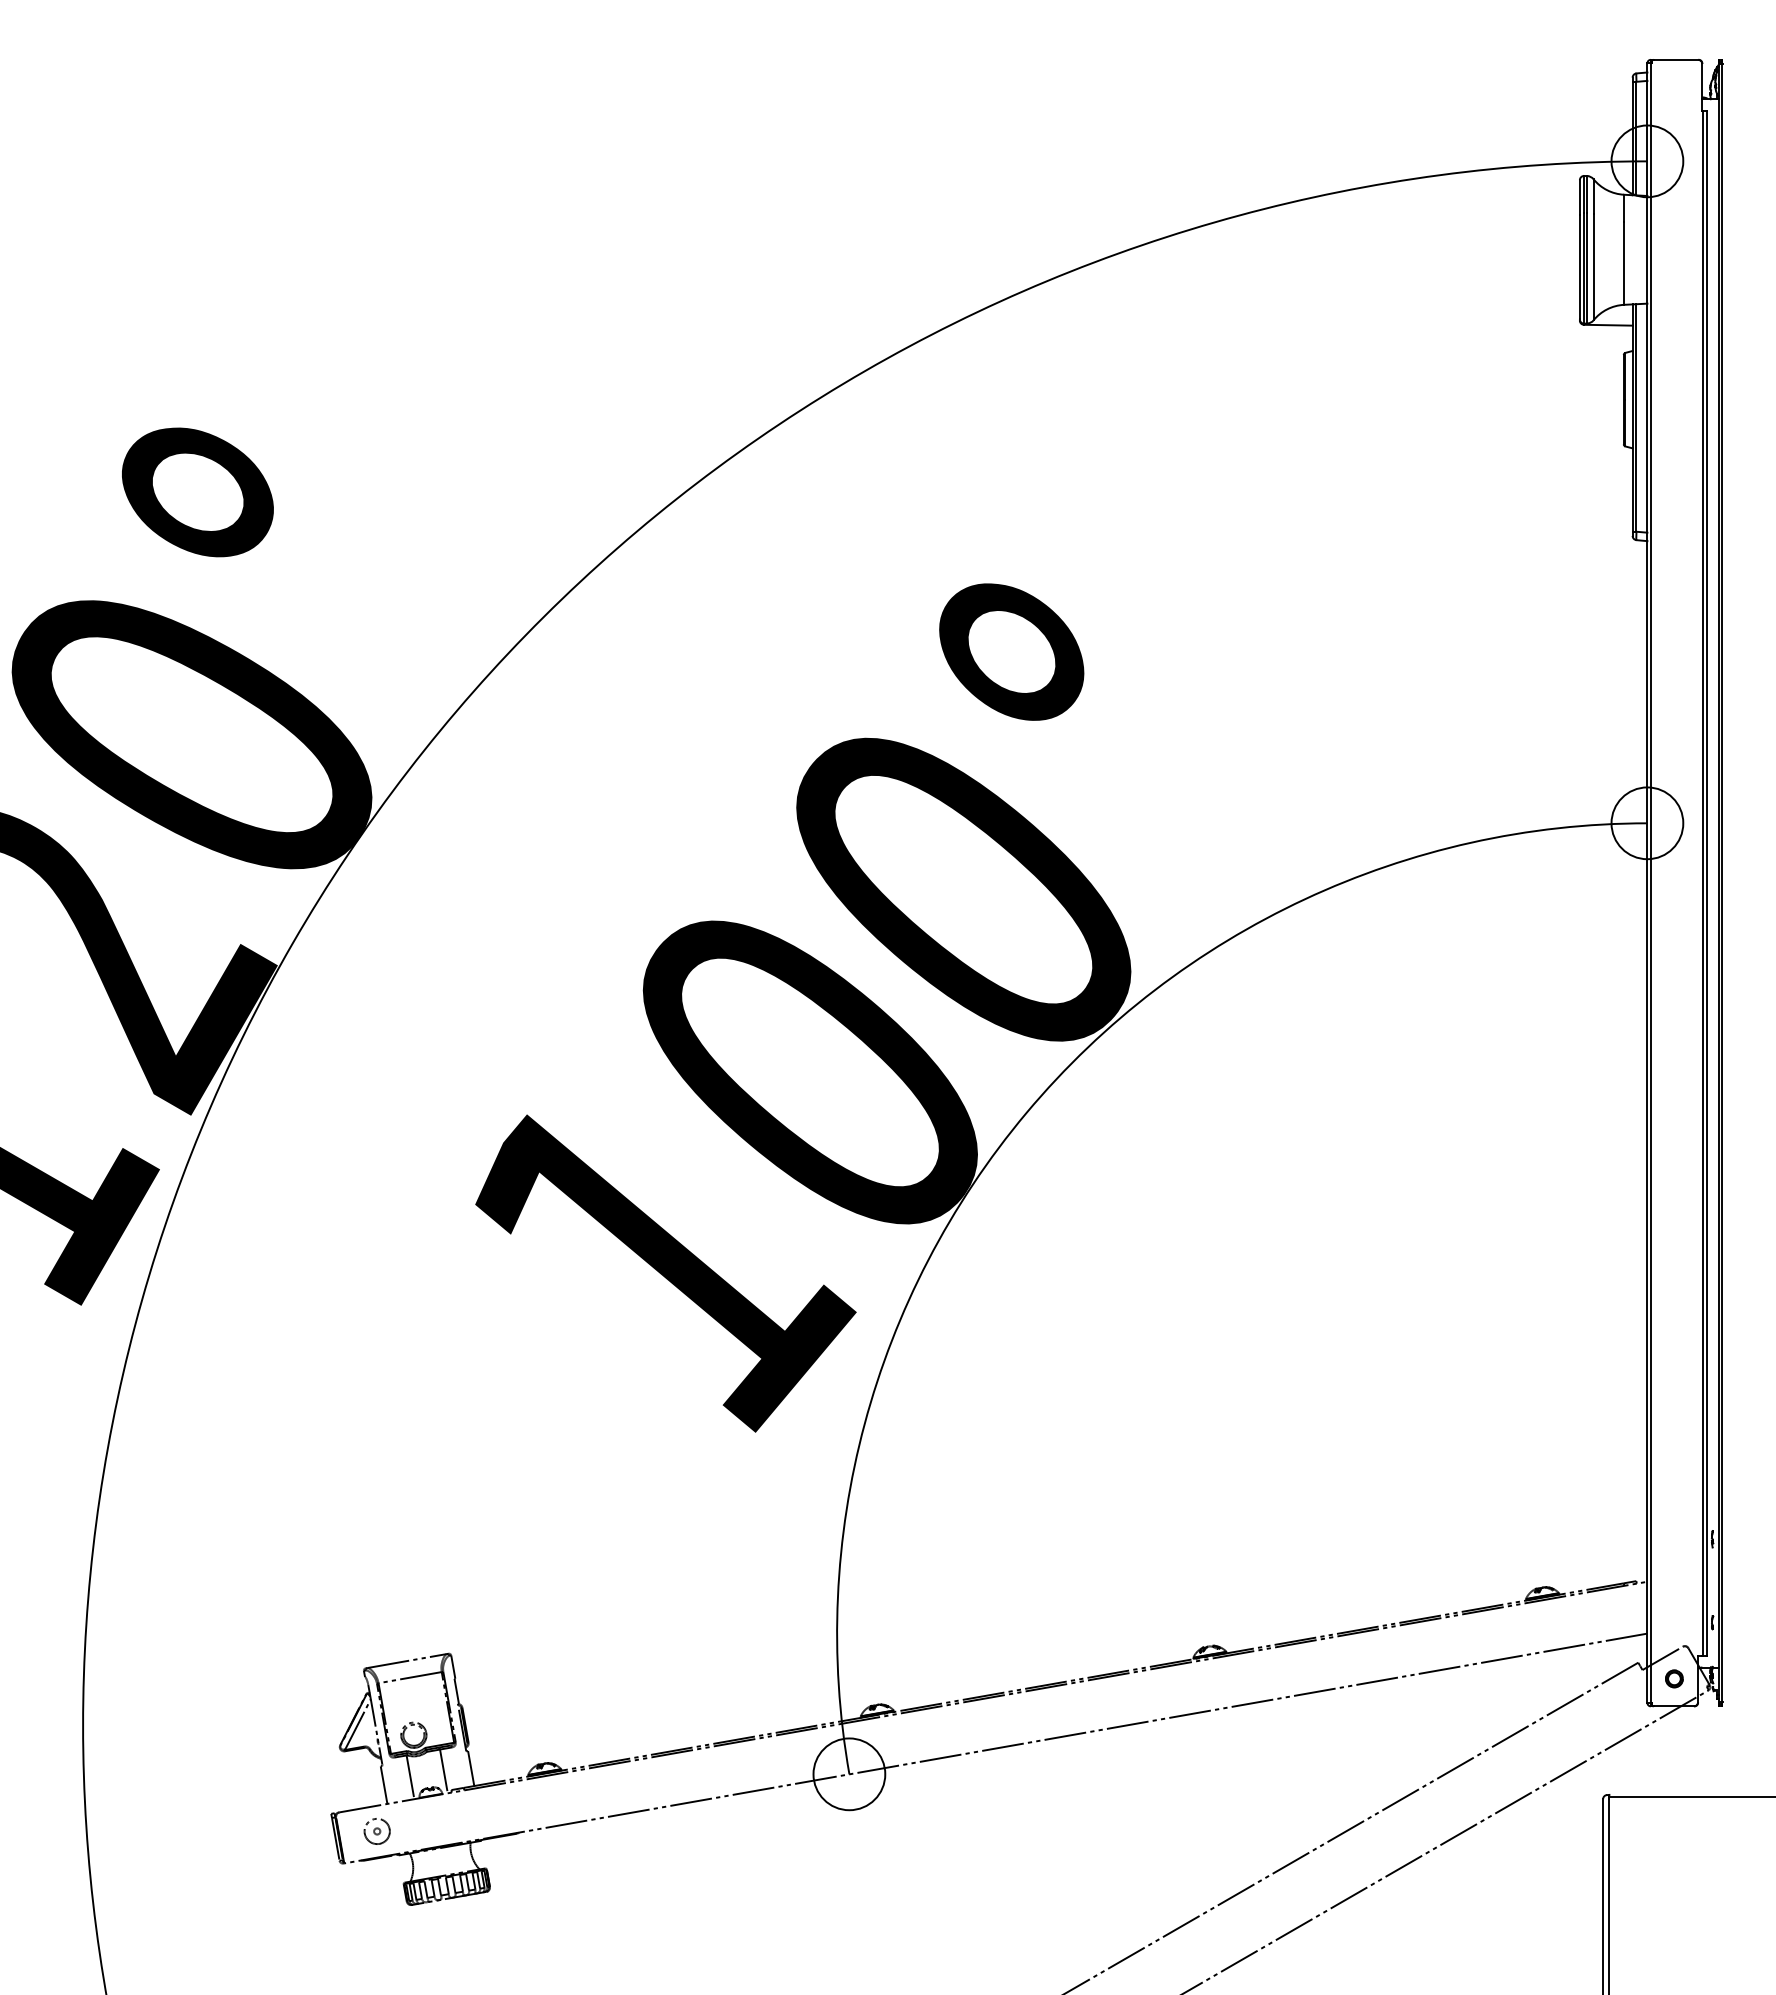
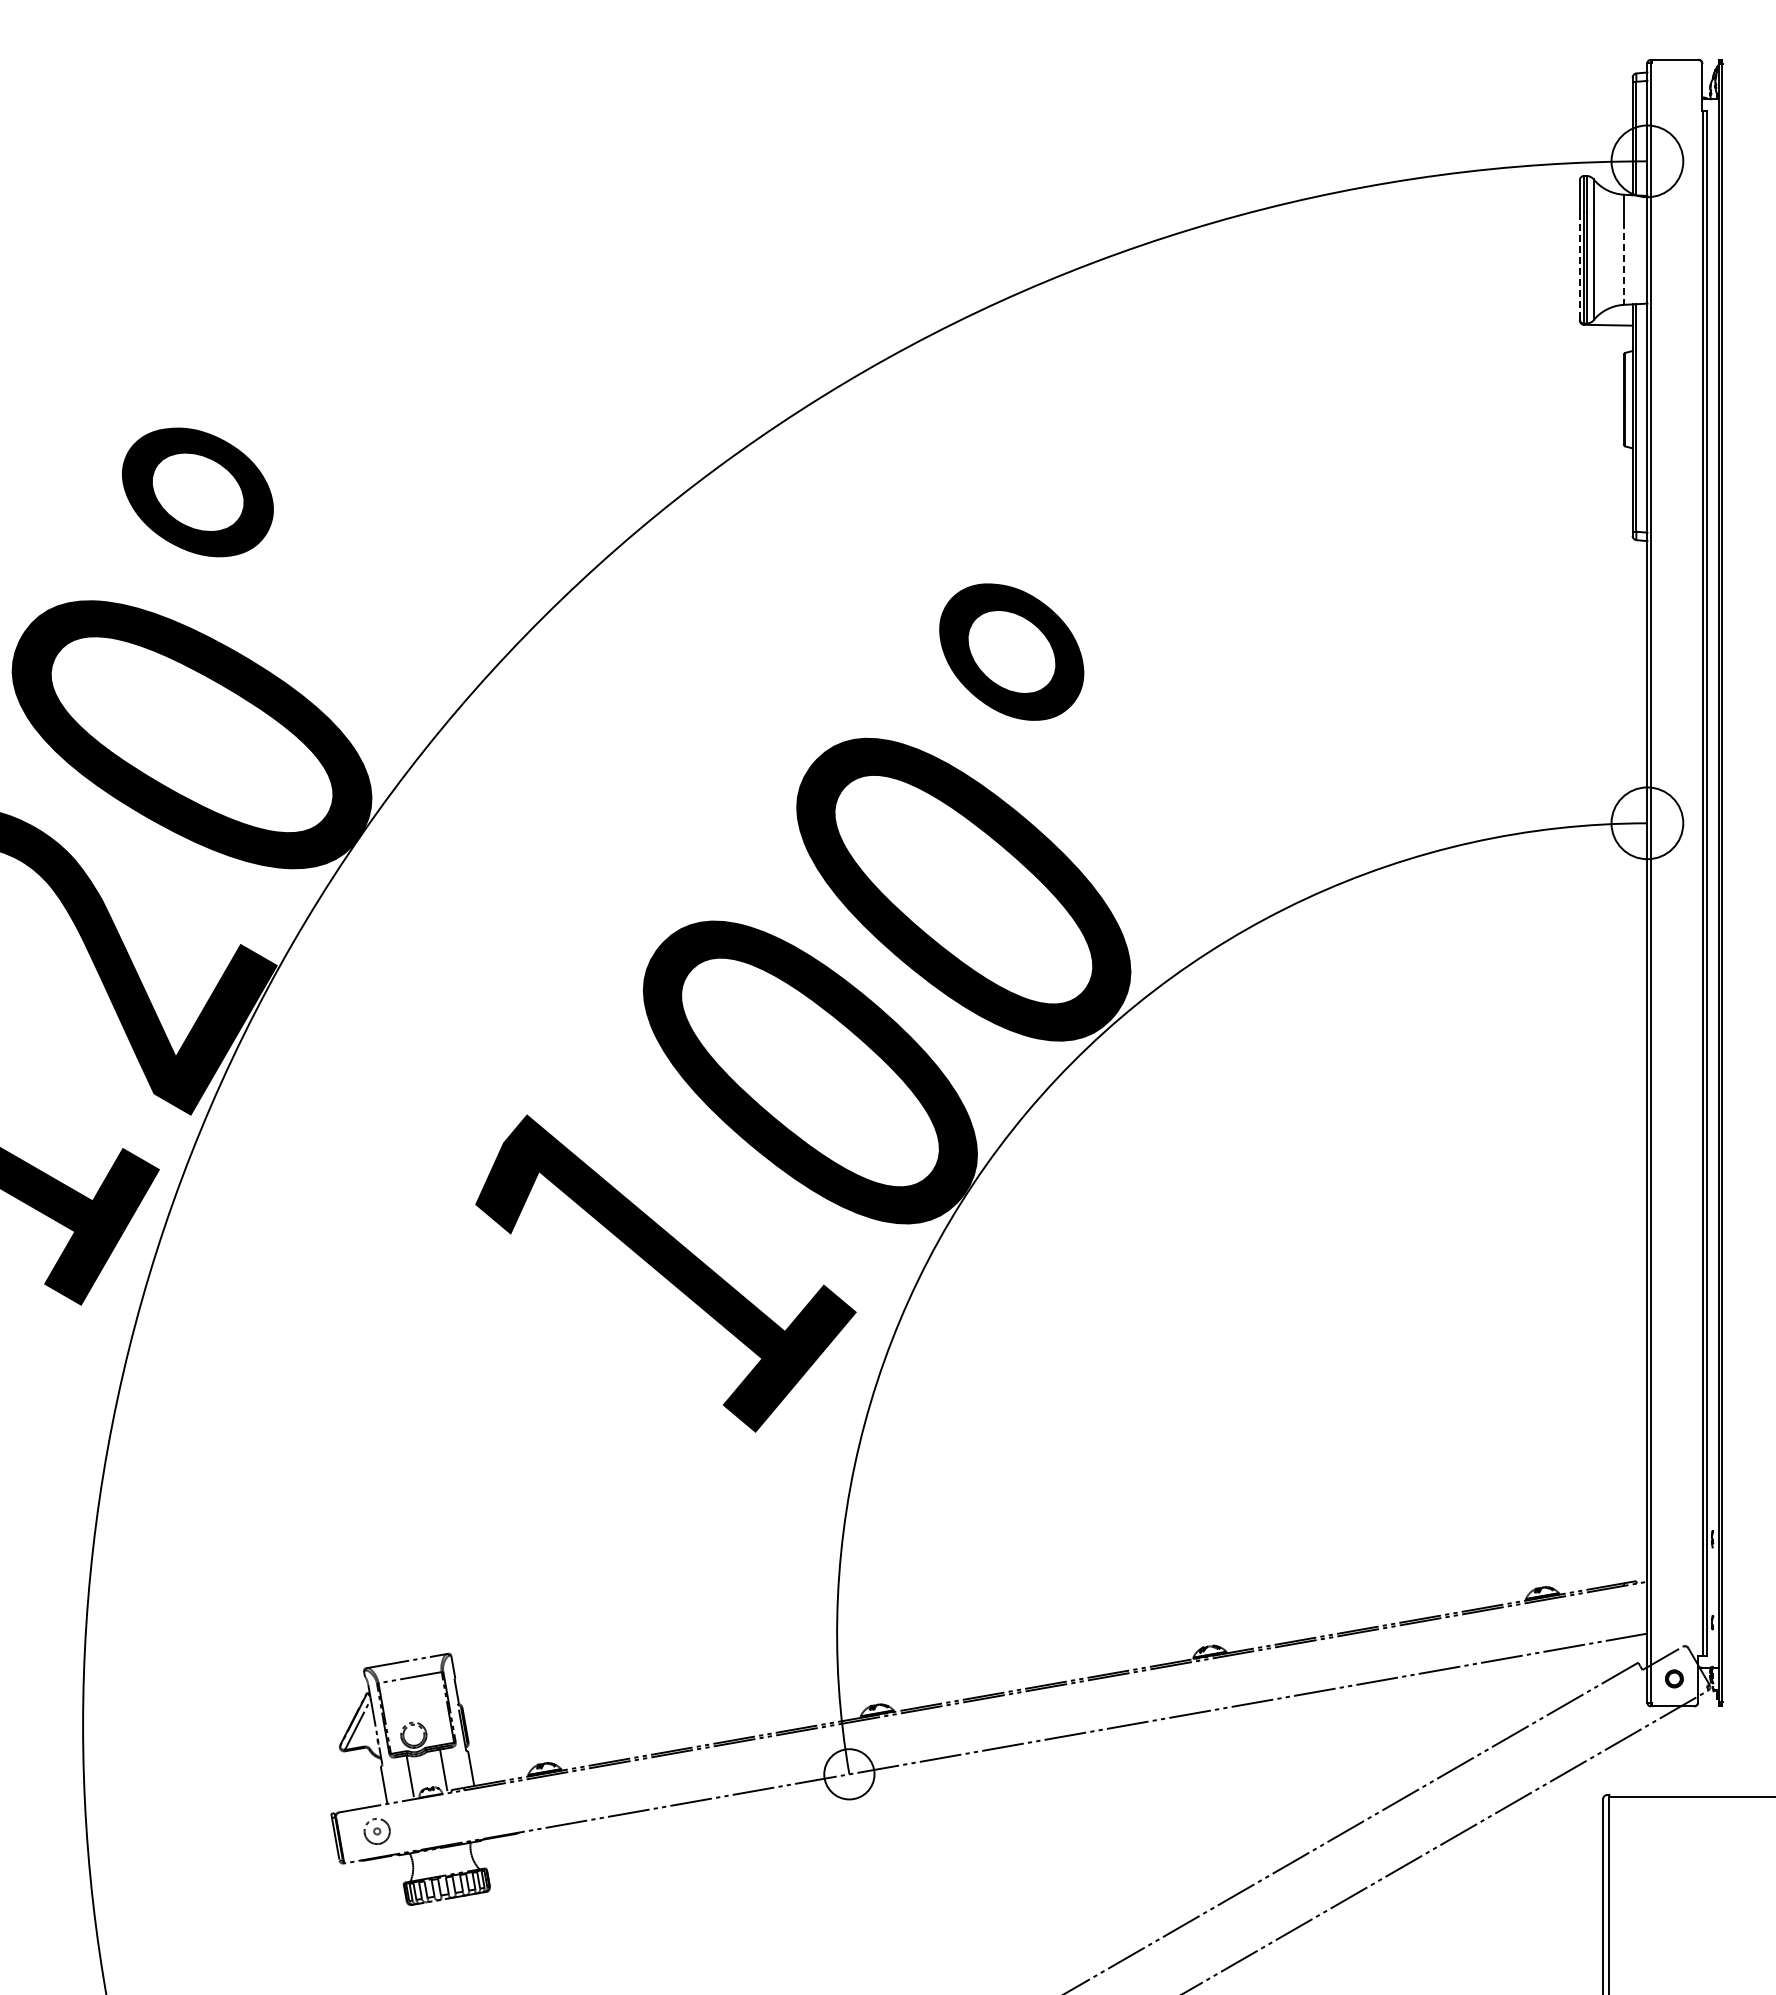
line at (1624, 264): solid -> dashed
line at (1579, 266): solid -> dashed
circle at (849, 1774) diameter: 72 px -> 50 px
